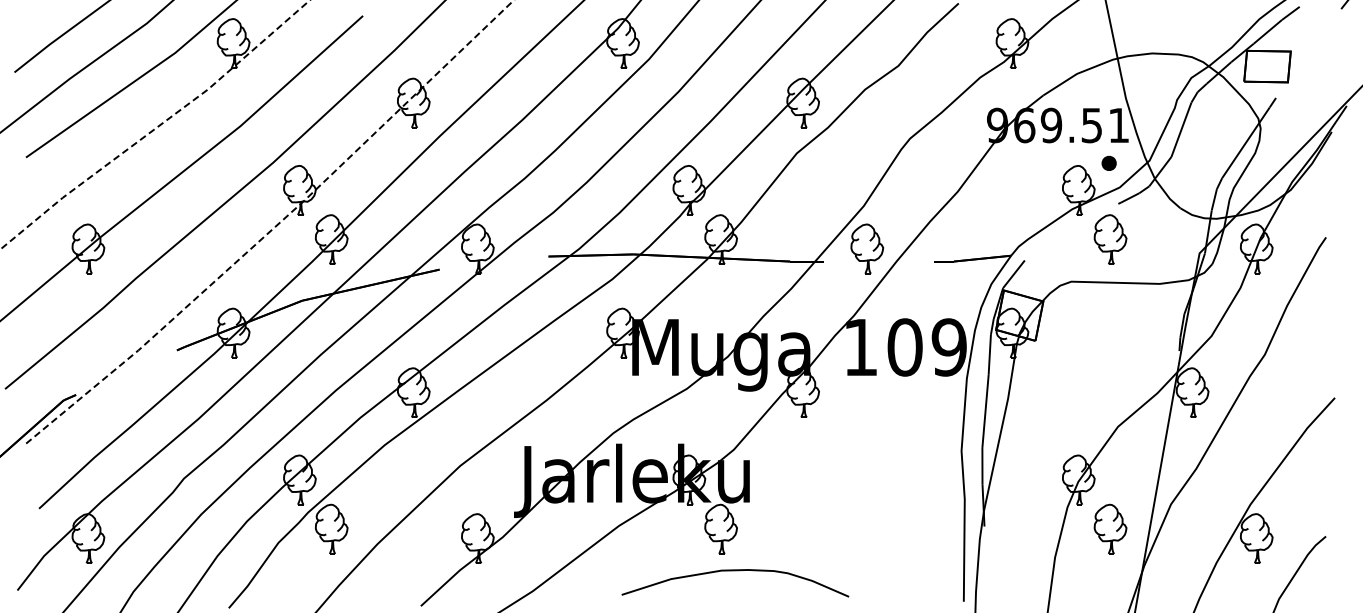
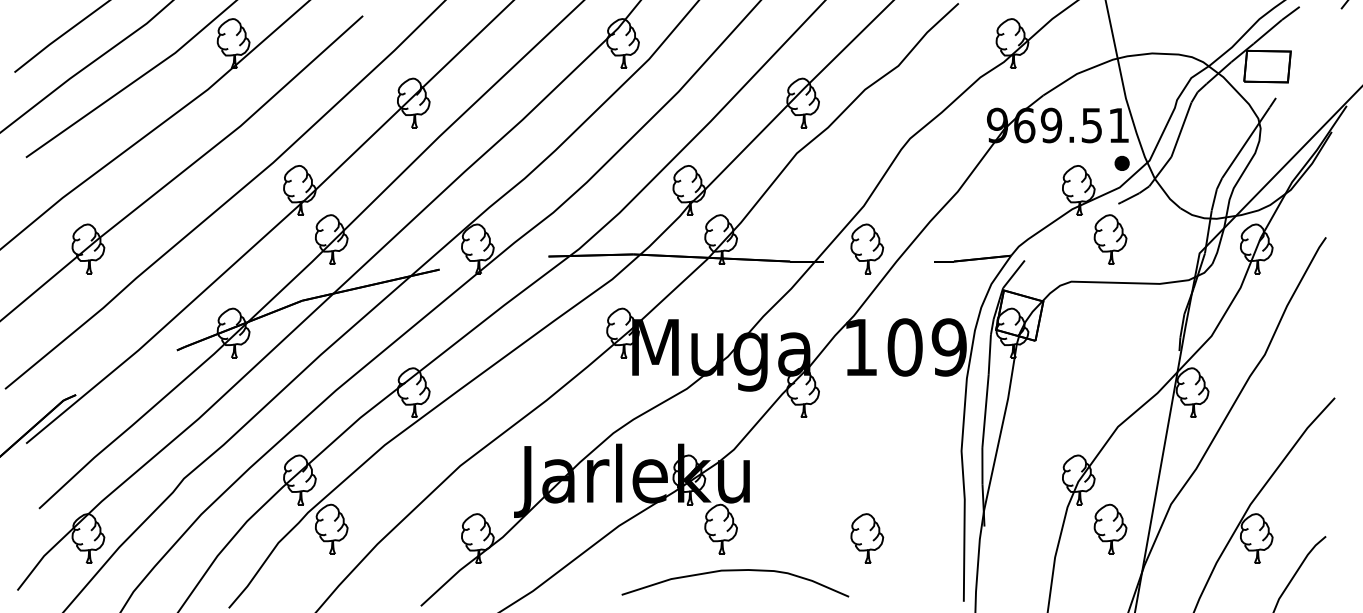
line at (156, 127): dashed -> solid
part at (1108, 162) position: (1108, 162) -> (1121, 162)
line at (274, 227): dashed -> solid
part at (867, 538): none -> present
